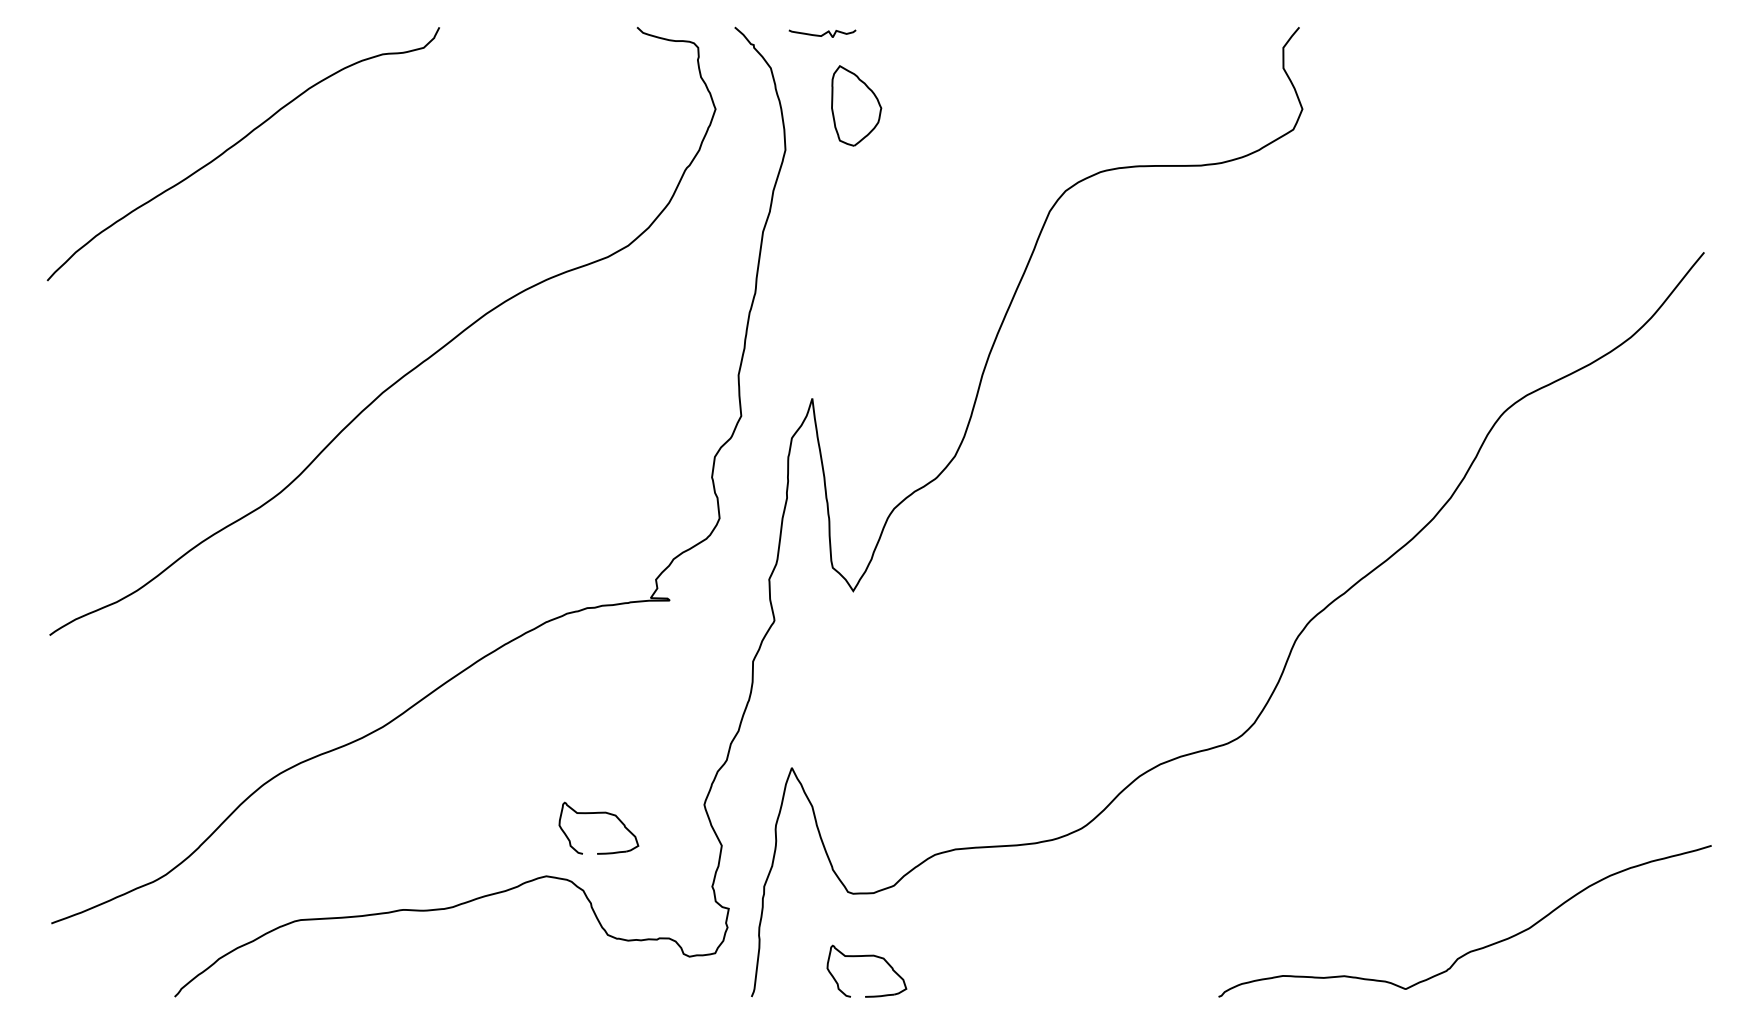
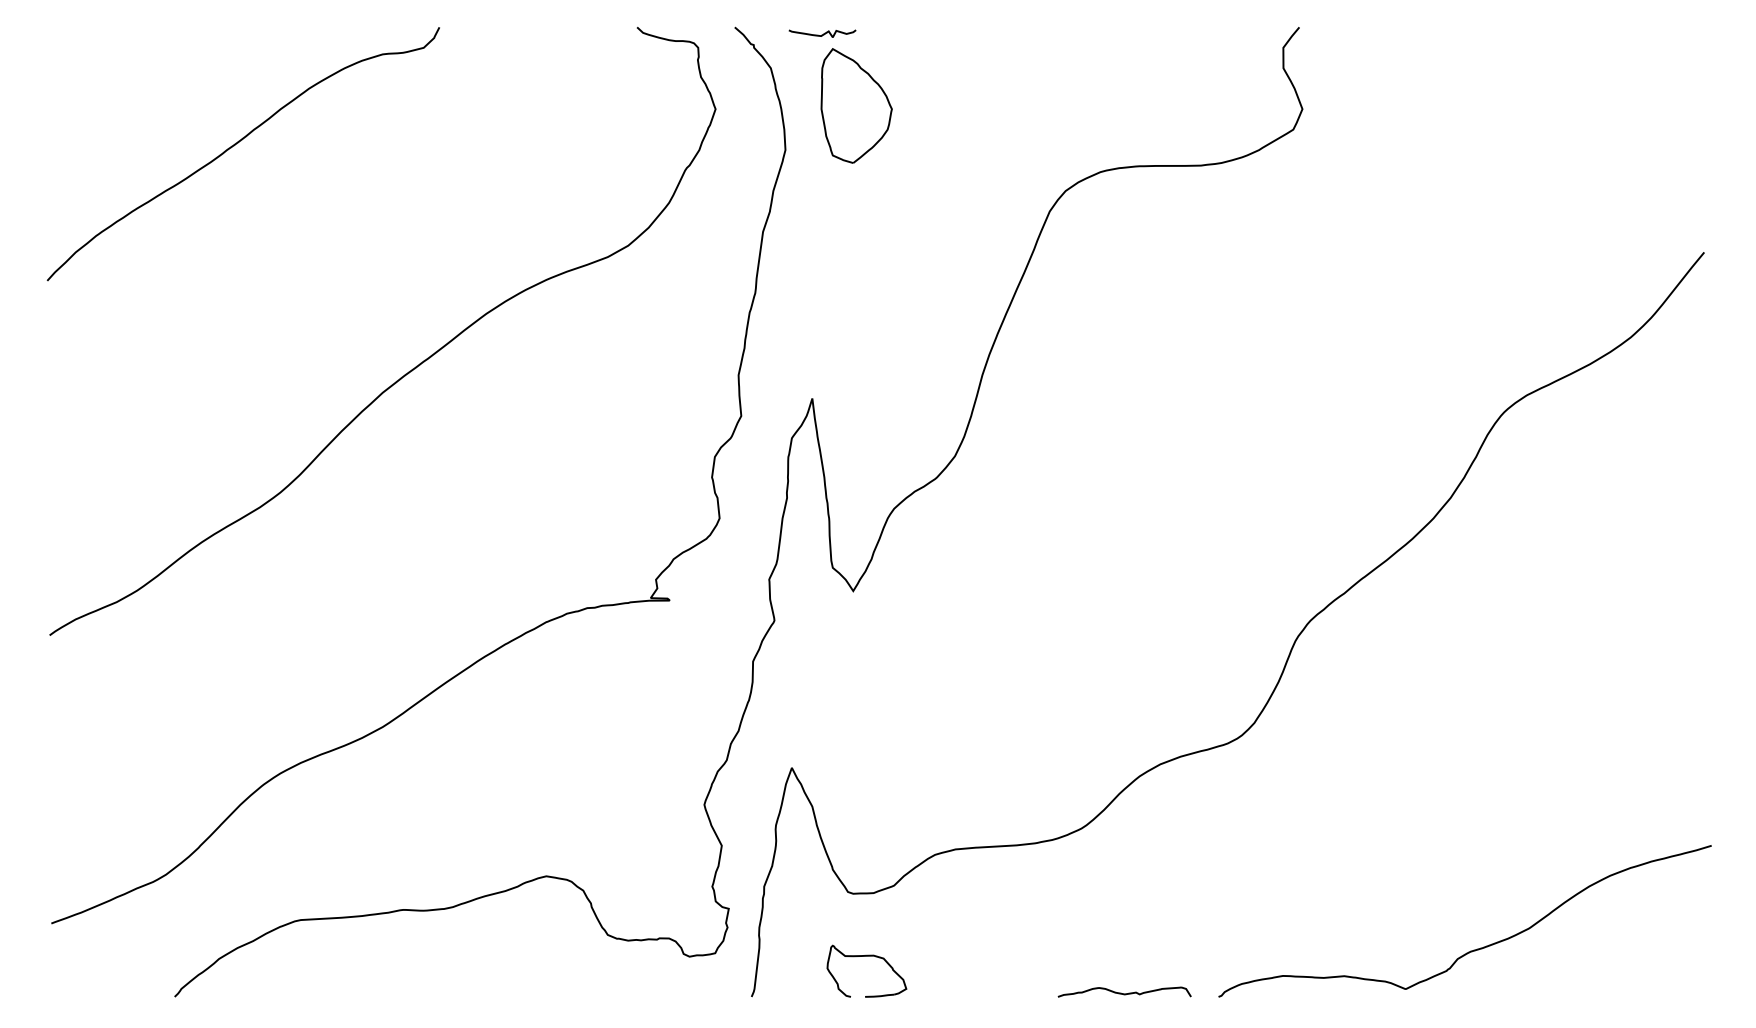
part at (856, 105) size: 52x82 px -> 73x116 px
part at (598, 813): present -> none
curve at (1124, 993): none -> present
